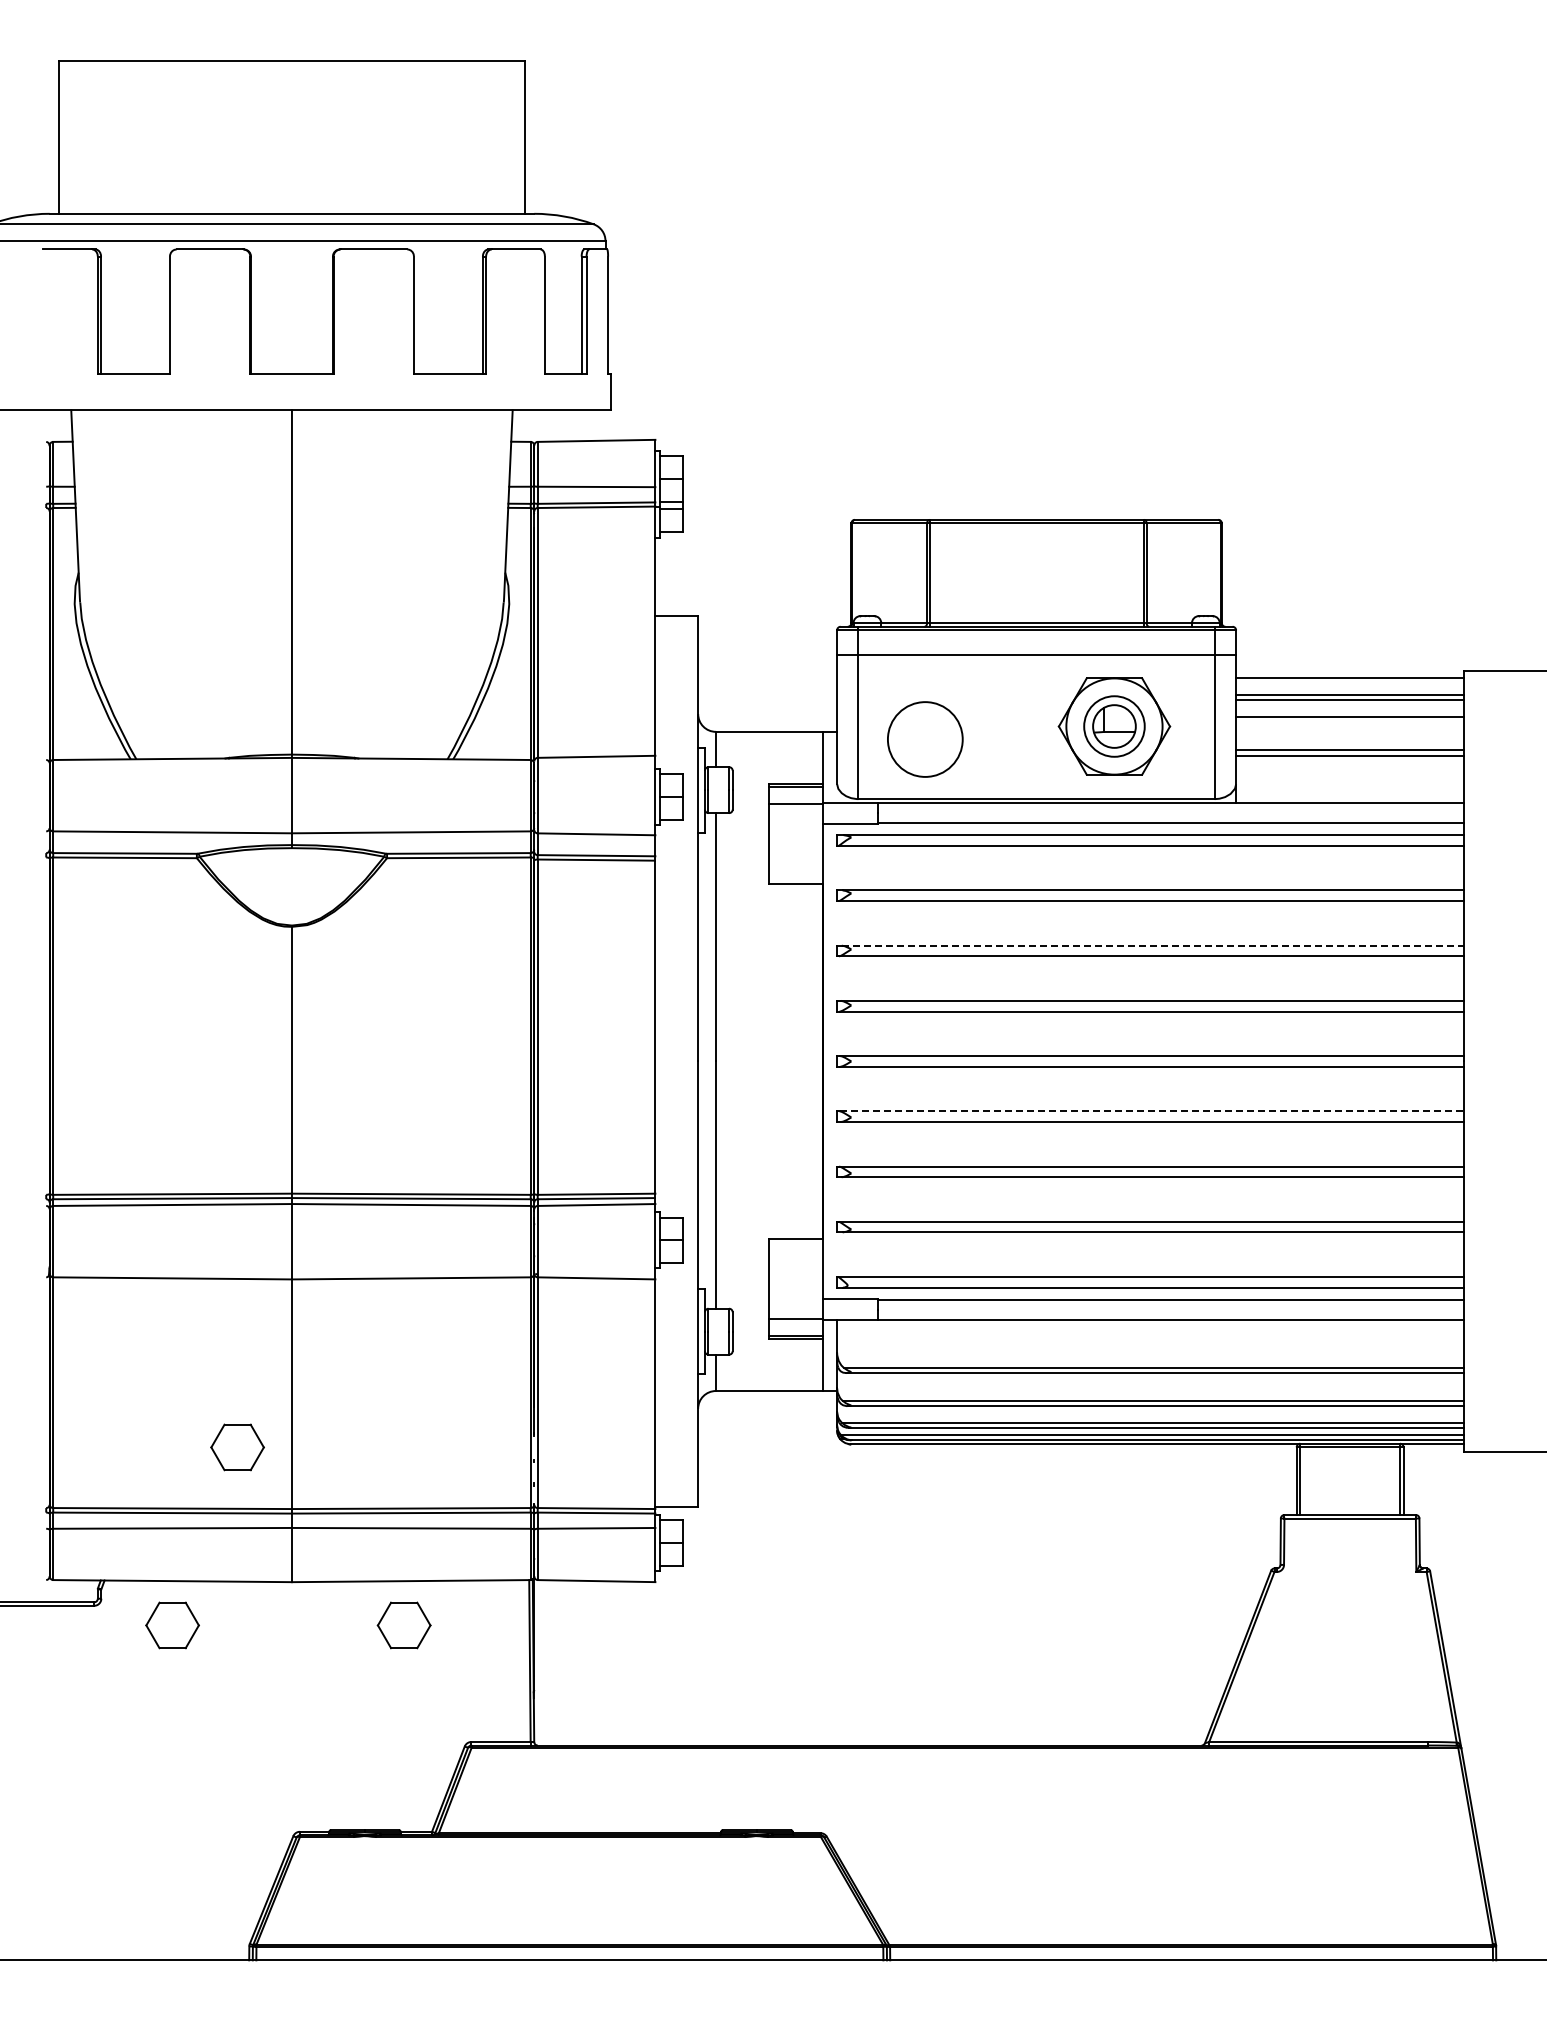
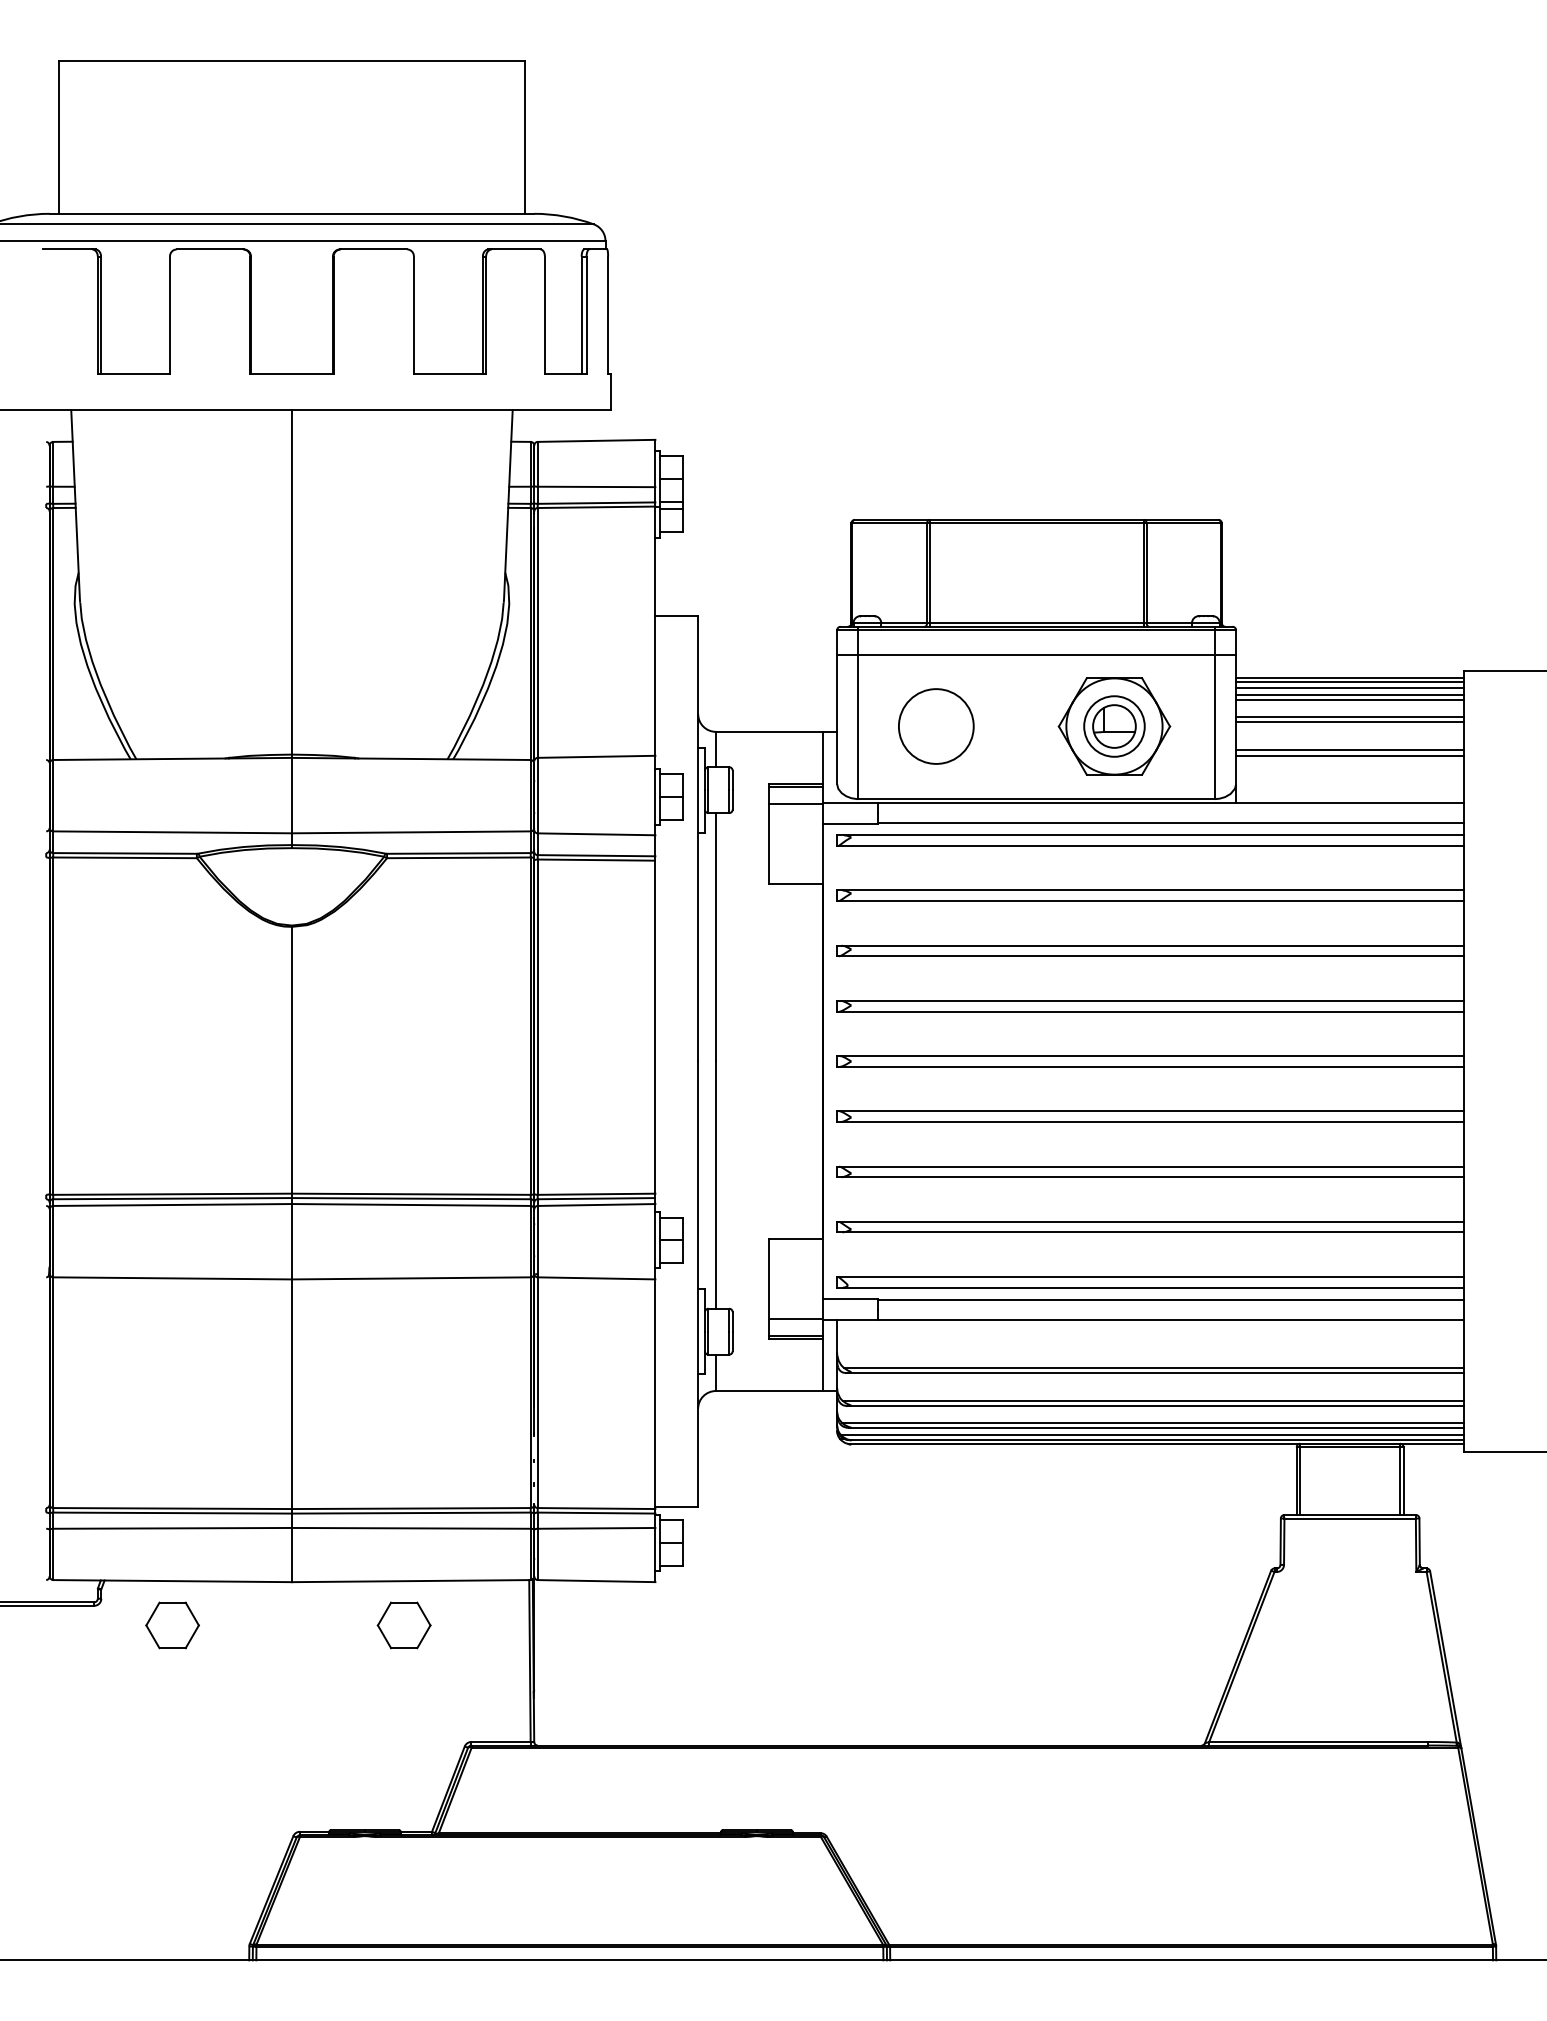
line at (1350, 682): none -> present
line at (1350, 687): none -> present
line at (1350, 722): none -> present
circle at (925, 739) position: (925, 739) -> (936, 726)
line at (1153, 945): dashed -> solid
line at (1152, 1111): dashed -> solid
part at (237, 1447): present -> none
